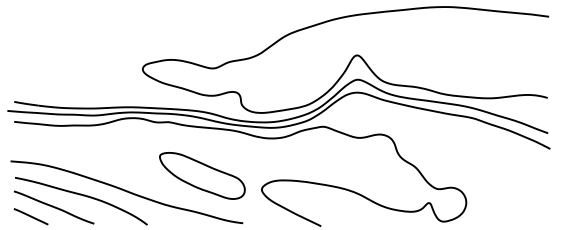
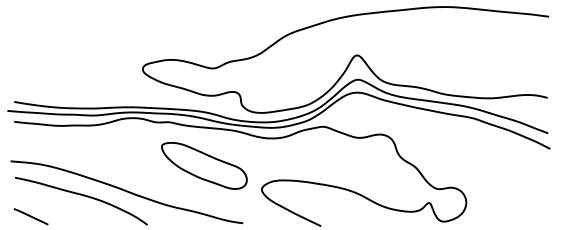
part at (202, 175) position: (202, 175) -> (204, 165)
line at (54, 207): present -> none
